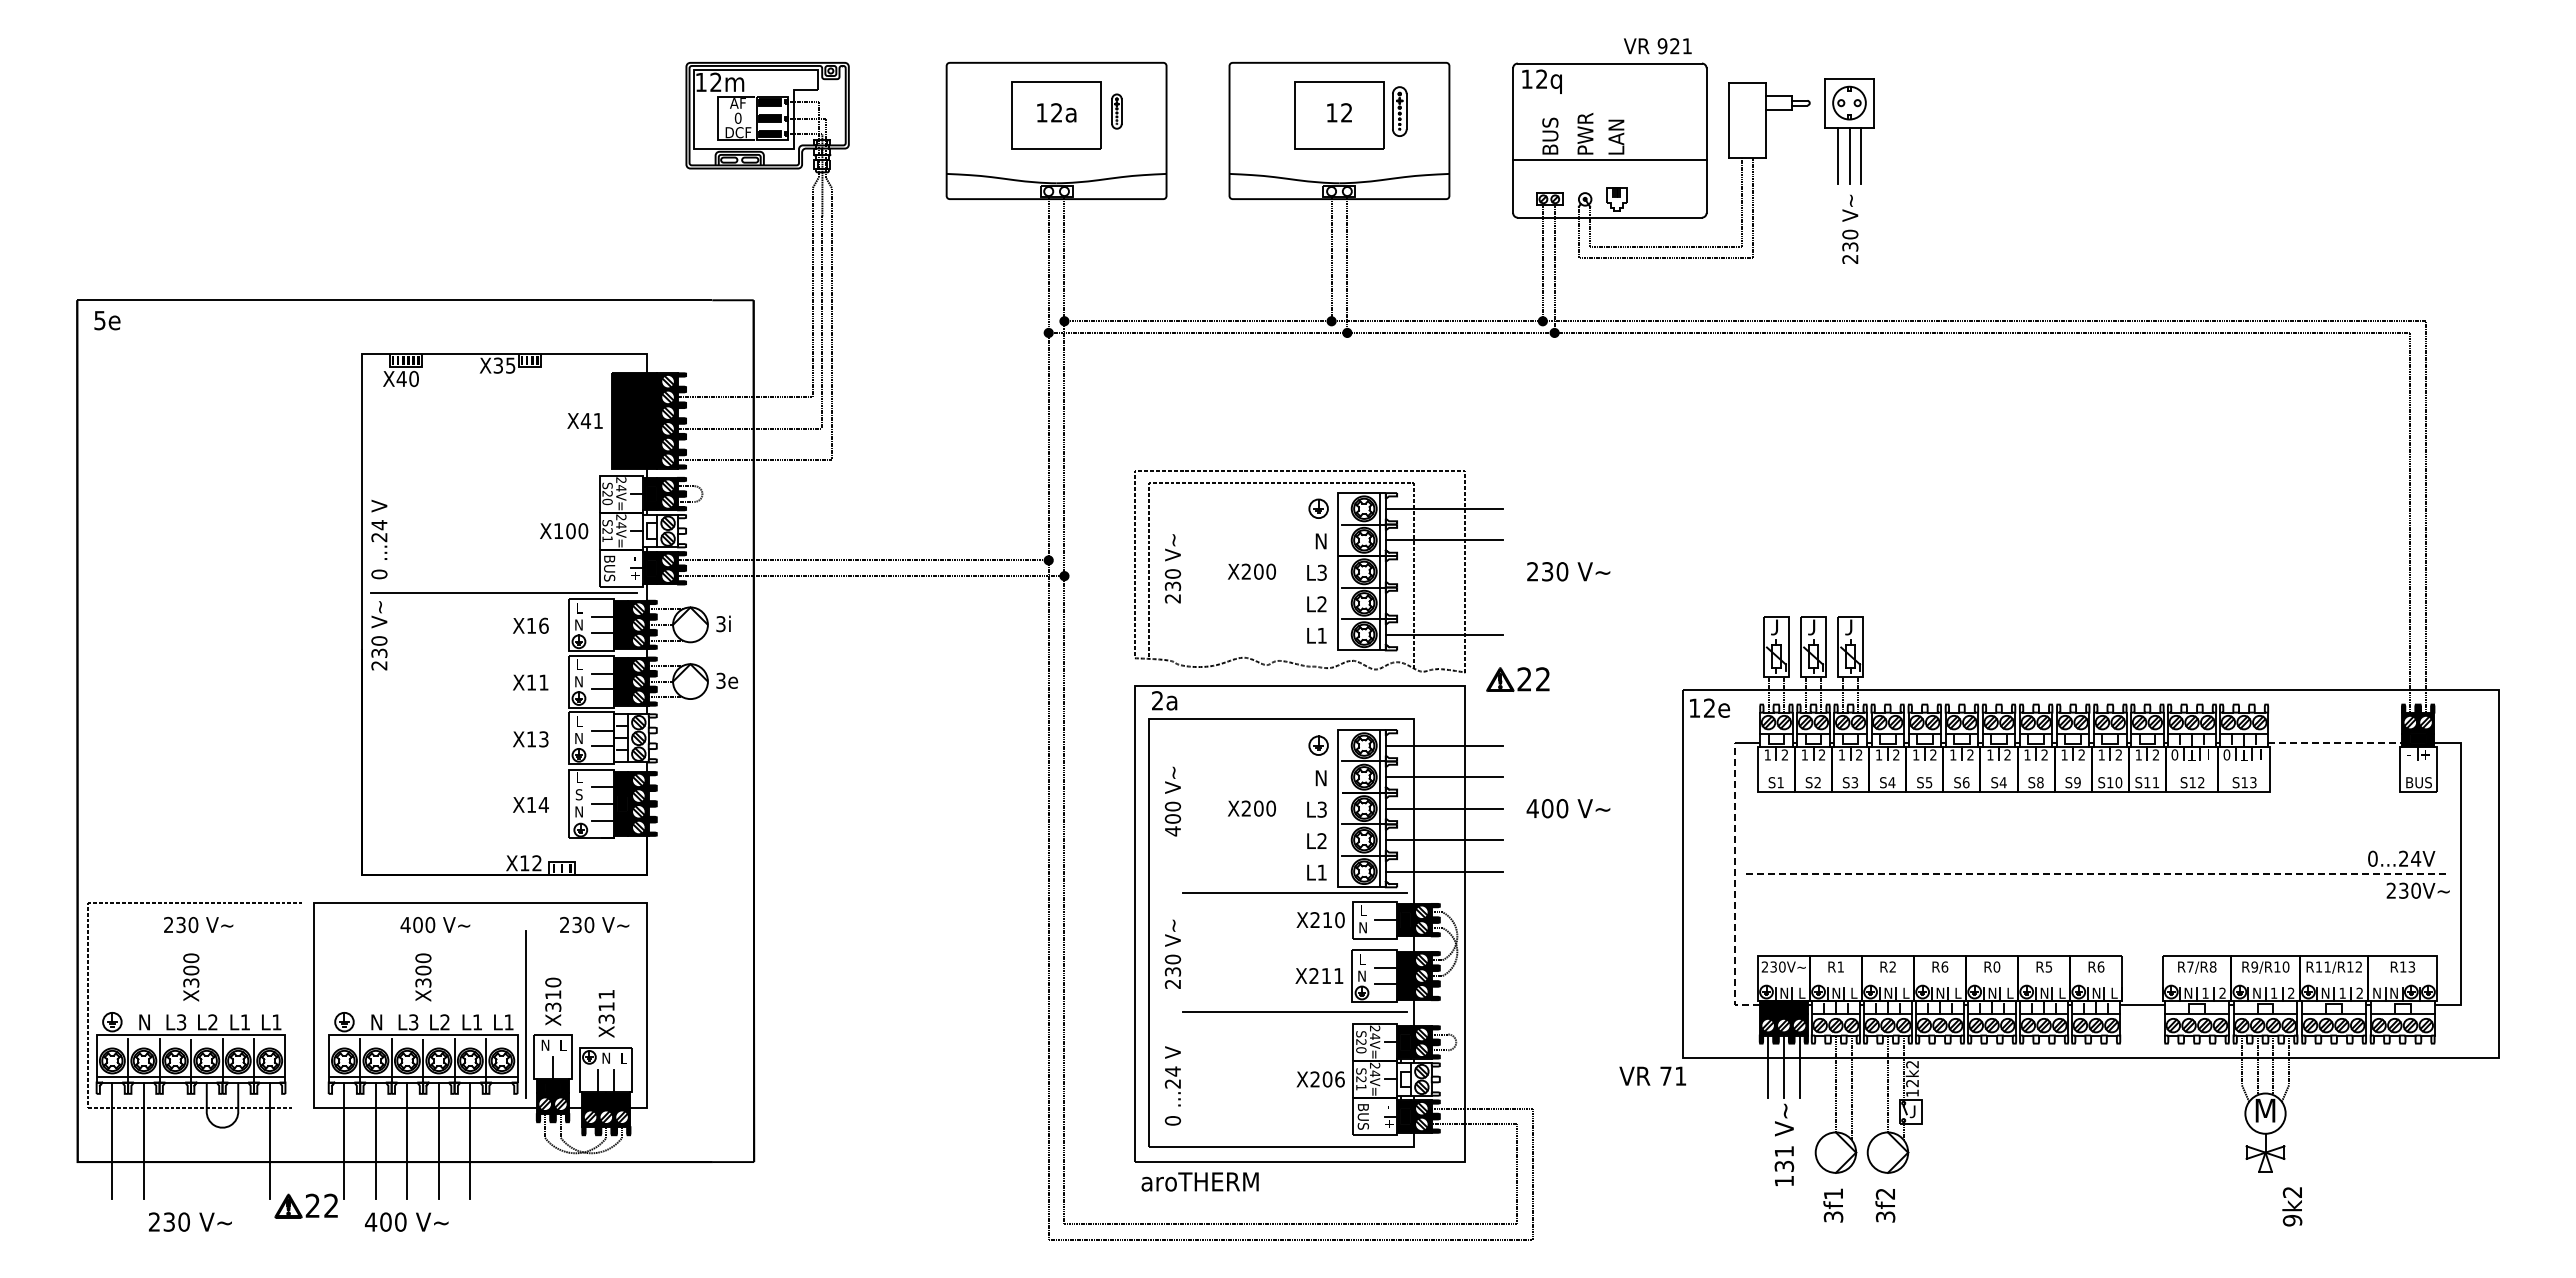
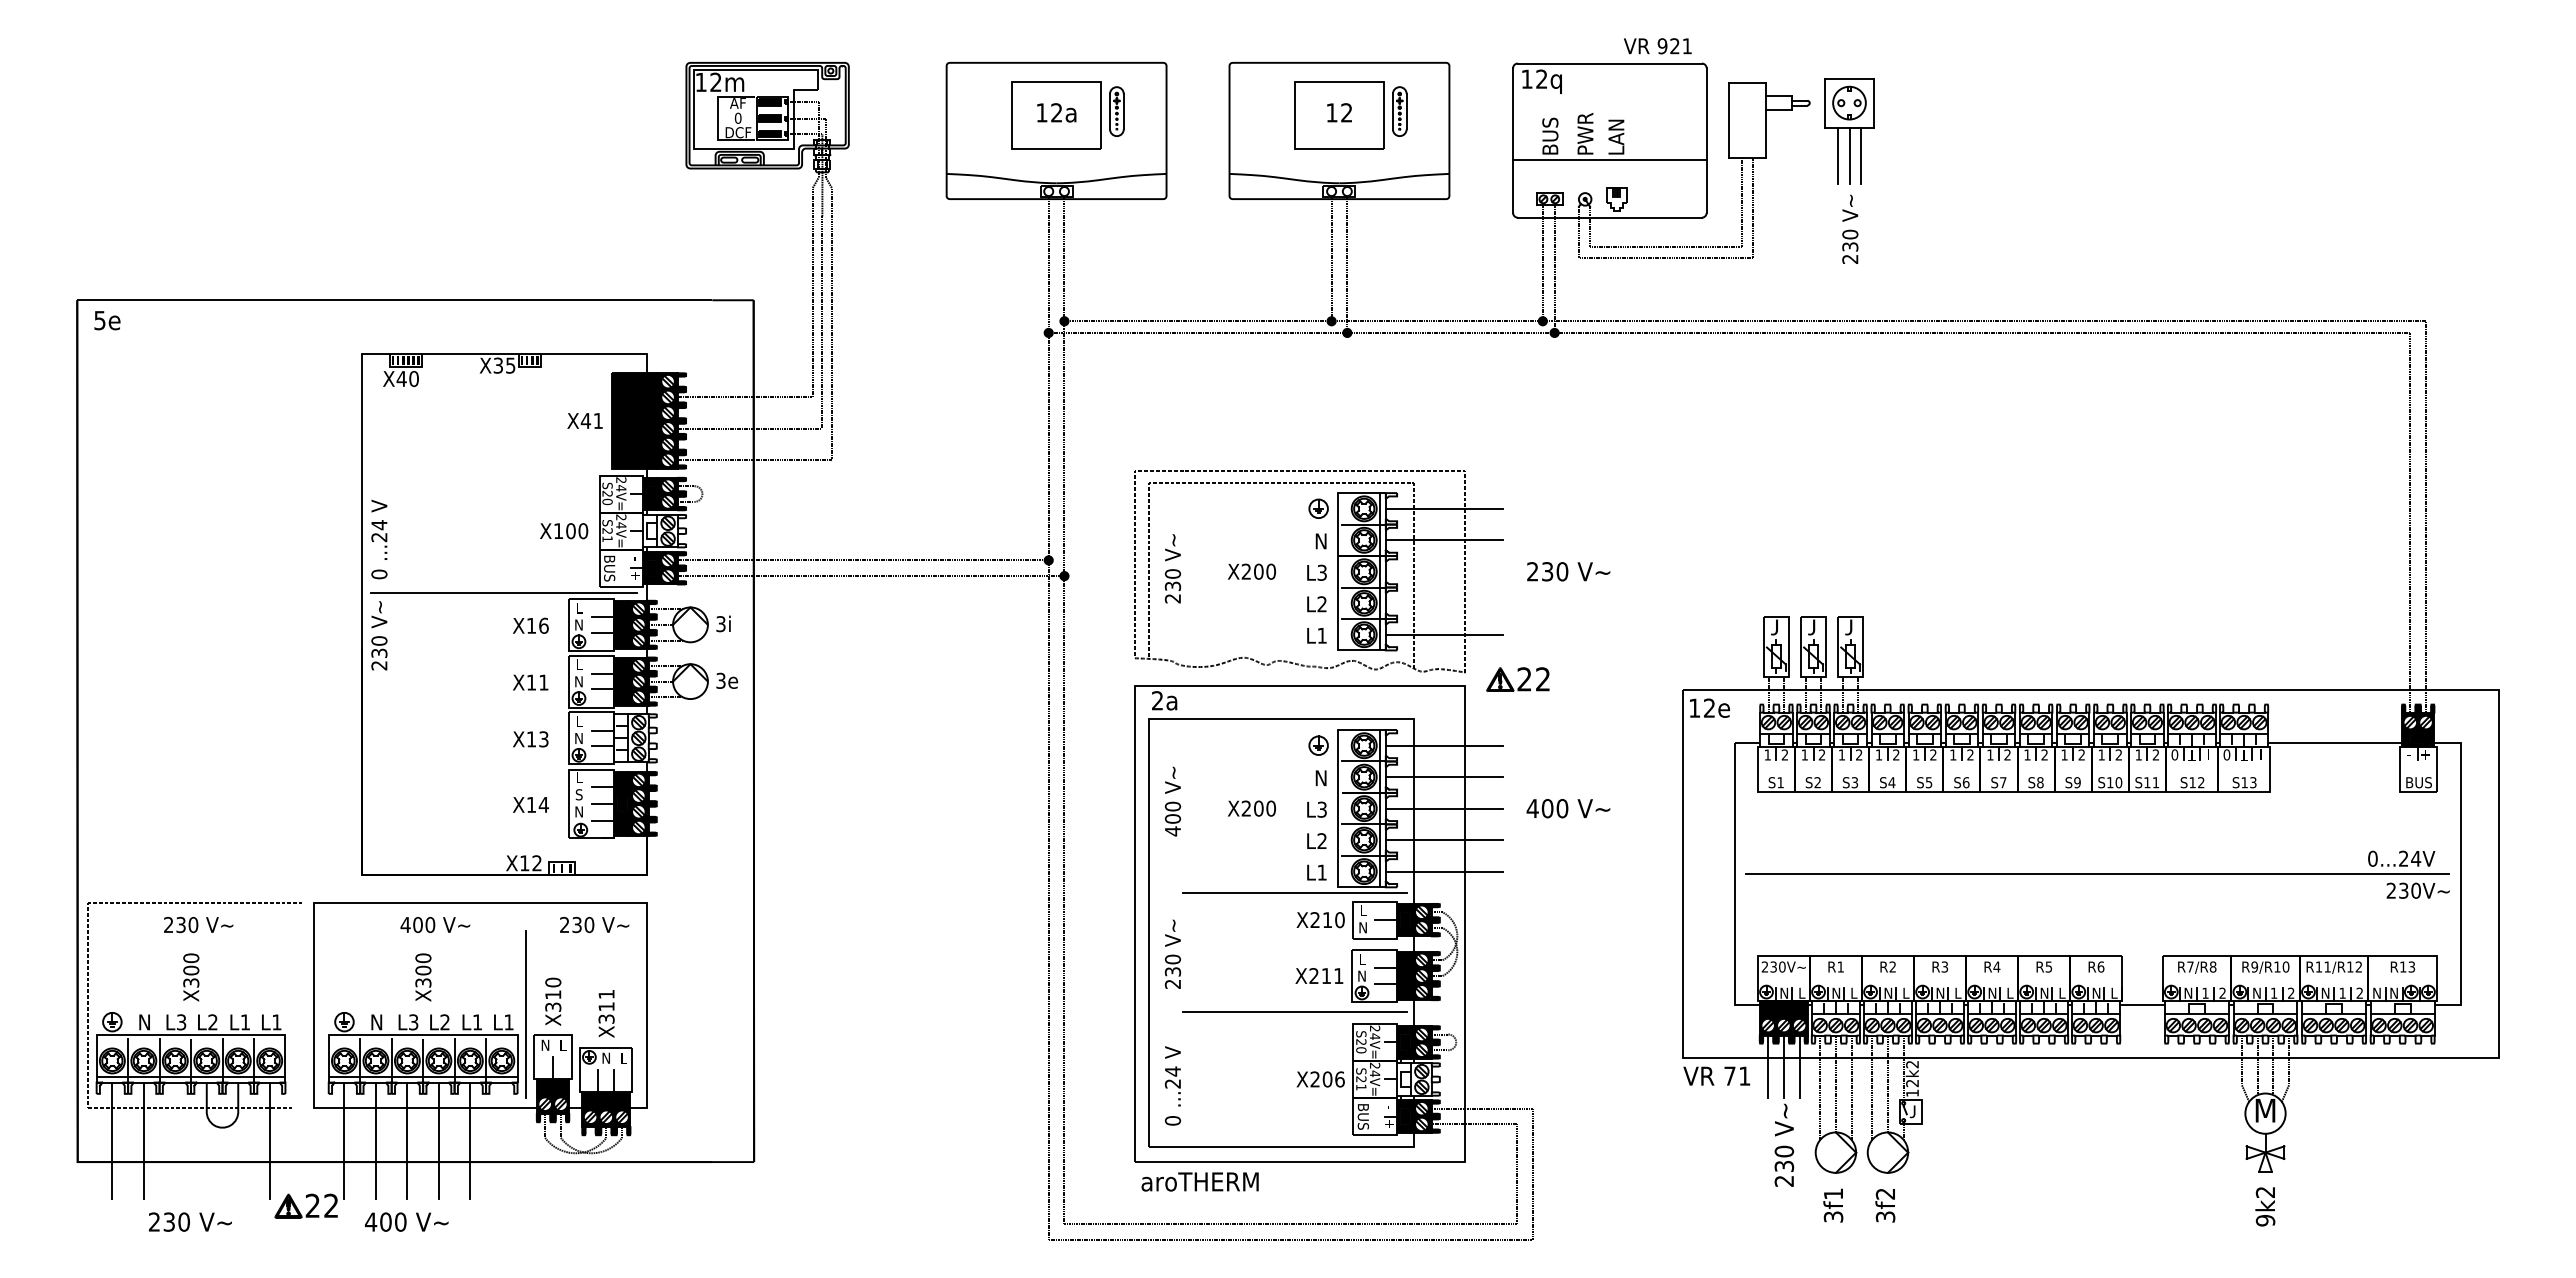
part at (1116, 111) size: 12x37 px -> 16x51 px
line at (2335, 743): dashed -> solid
text at (2002, 782): S4 -> S7
line at (2097, 874): dashed -> solid
line at (1734, 887): dashed -> solid
text at (1944, 966): R6 -> R3
text at (1996, 966): R0 -> R4
text at (1652, 1075) position: (1652, 1075) -> (1716, 1075)
line at (1820, 1087): none -> present
line at (1872, 1087): none -> present
text at (1784, 1165): 131 -> 230
text at (2292, 1206) position: (2292, 1206) -> (2265, 1206)
